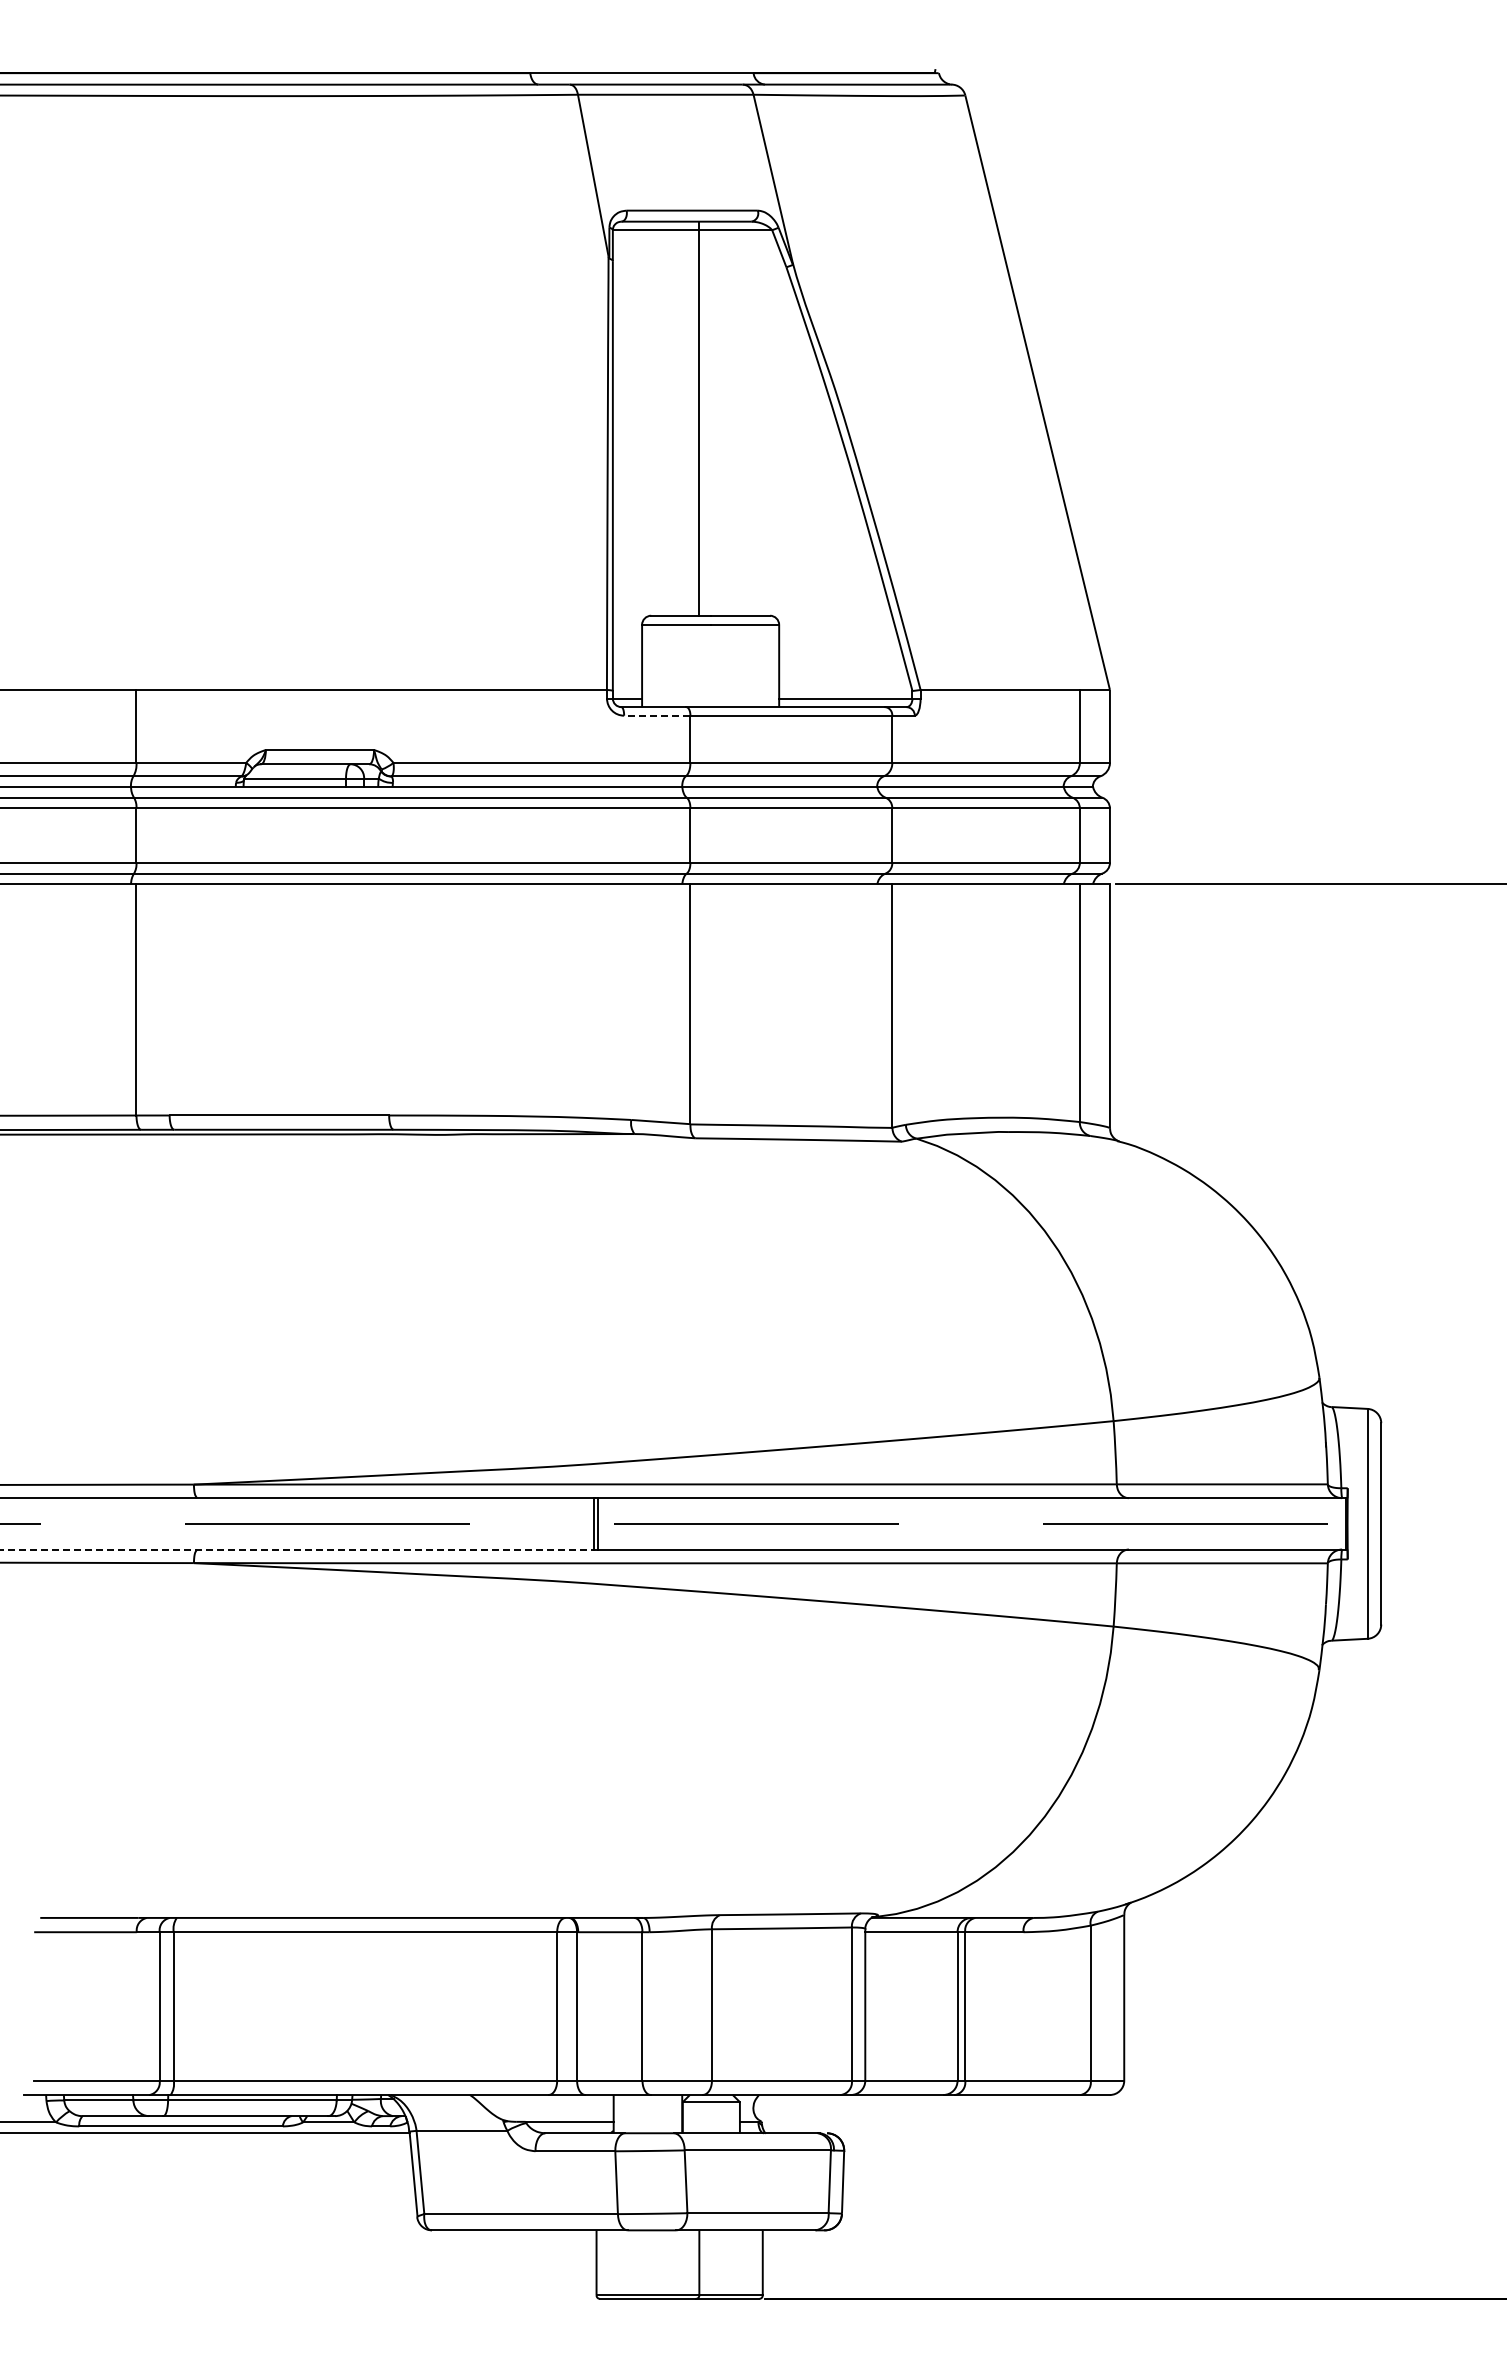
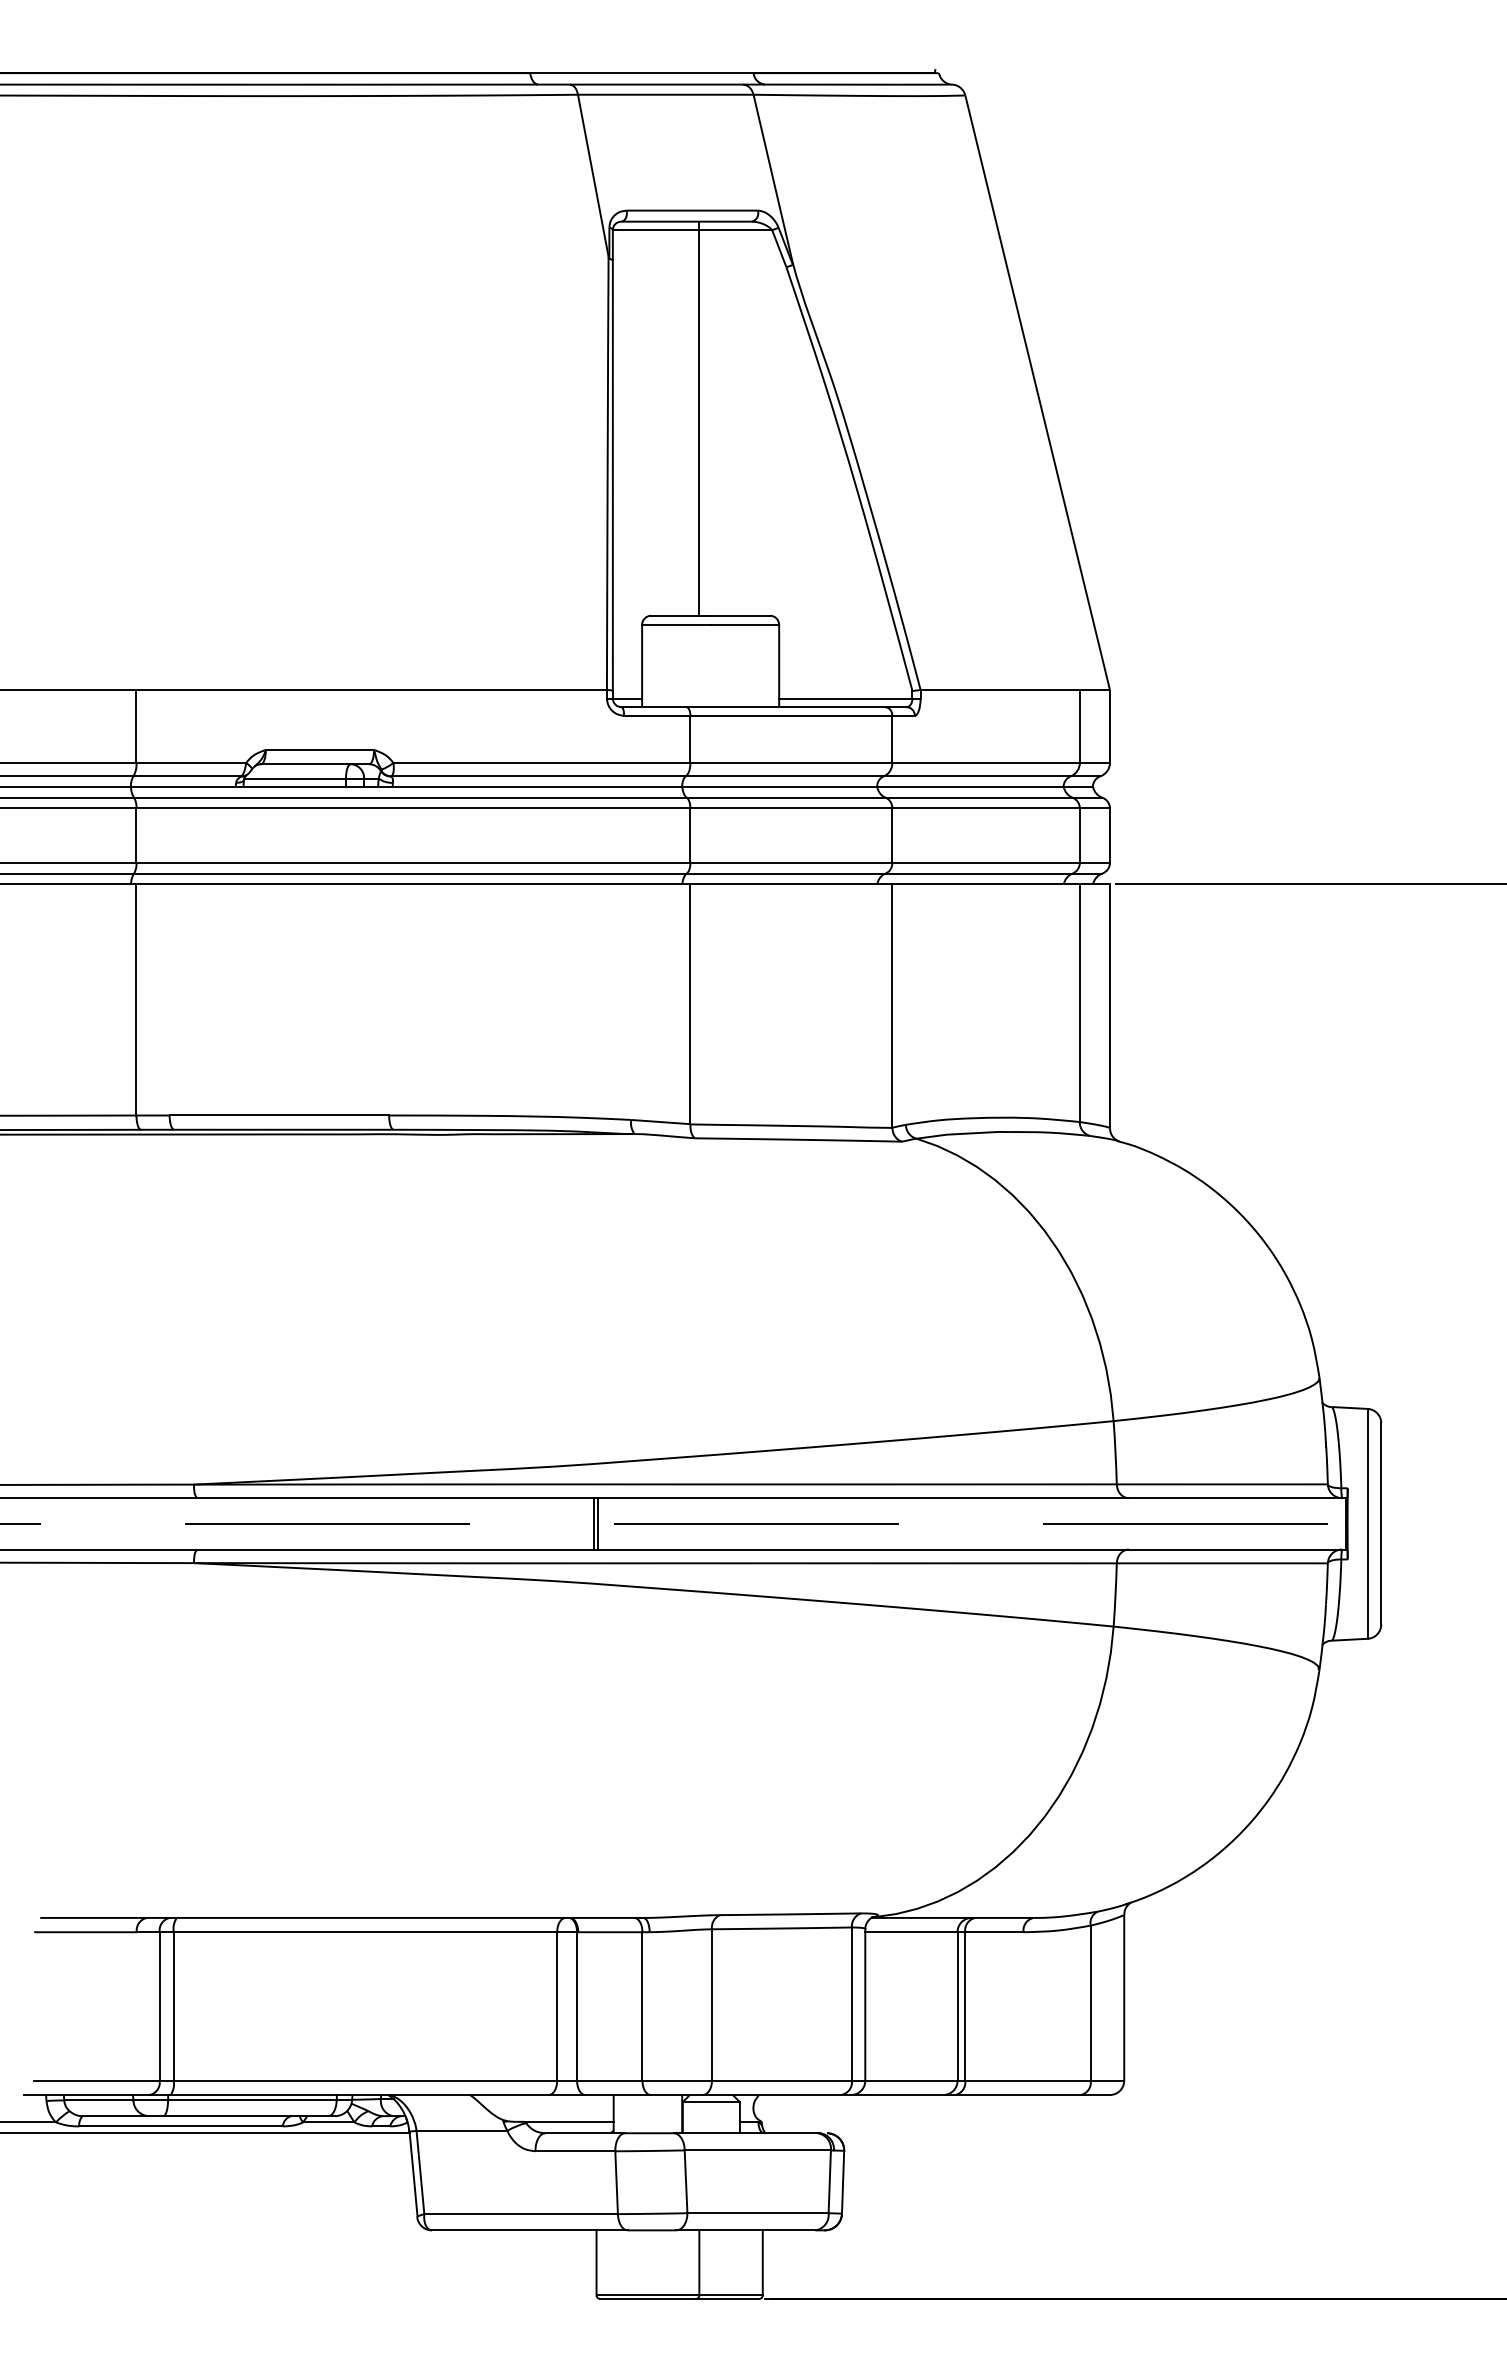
line at (656, 715): dashed -> solid
line at (297, 1549): dashed -> solid
